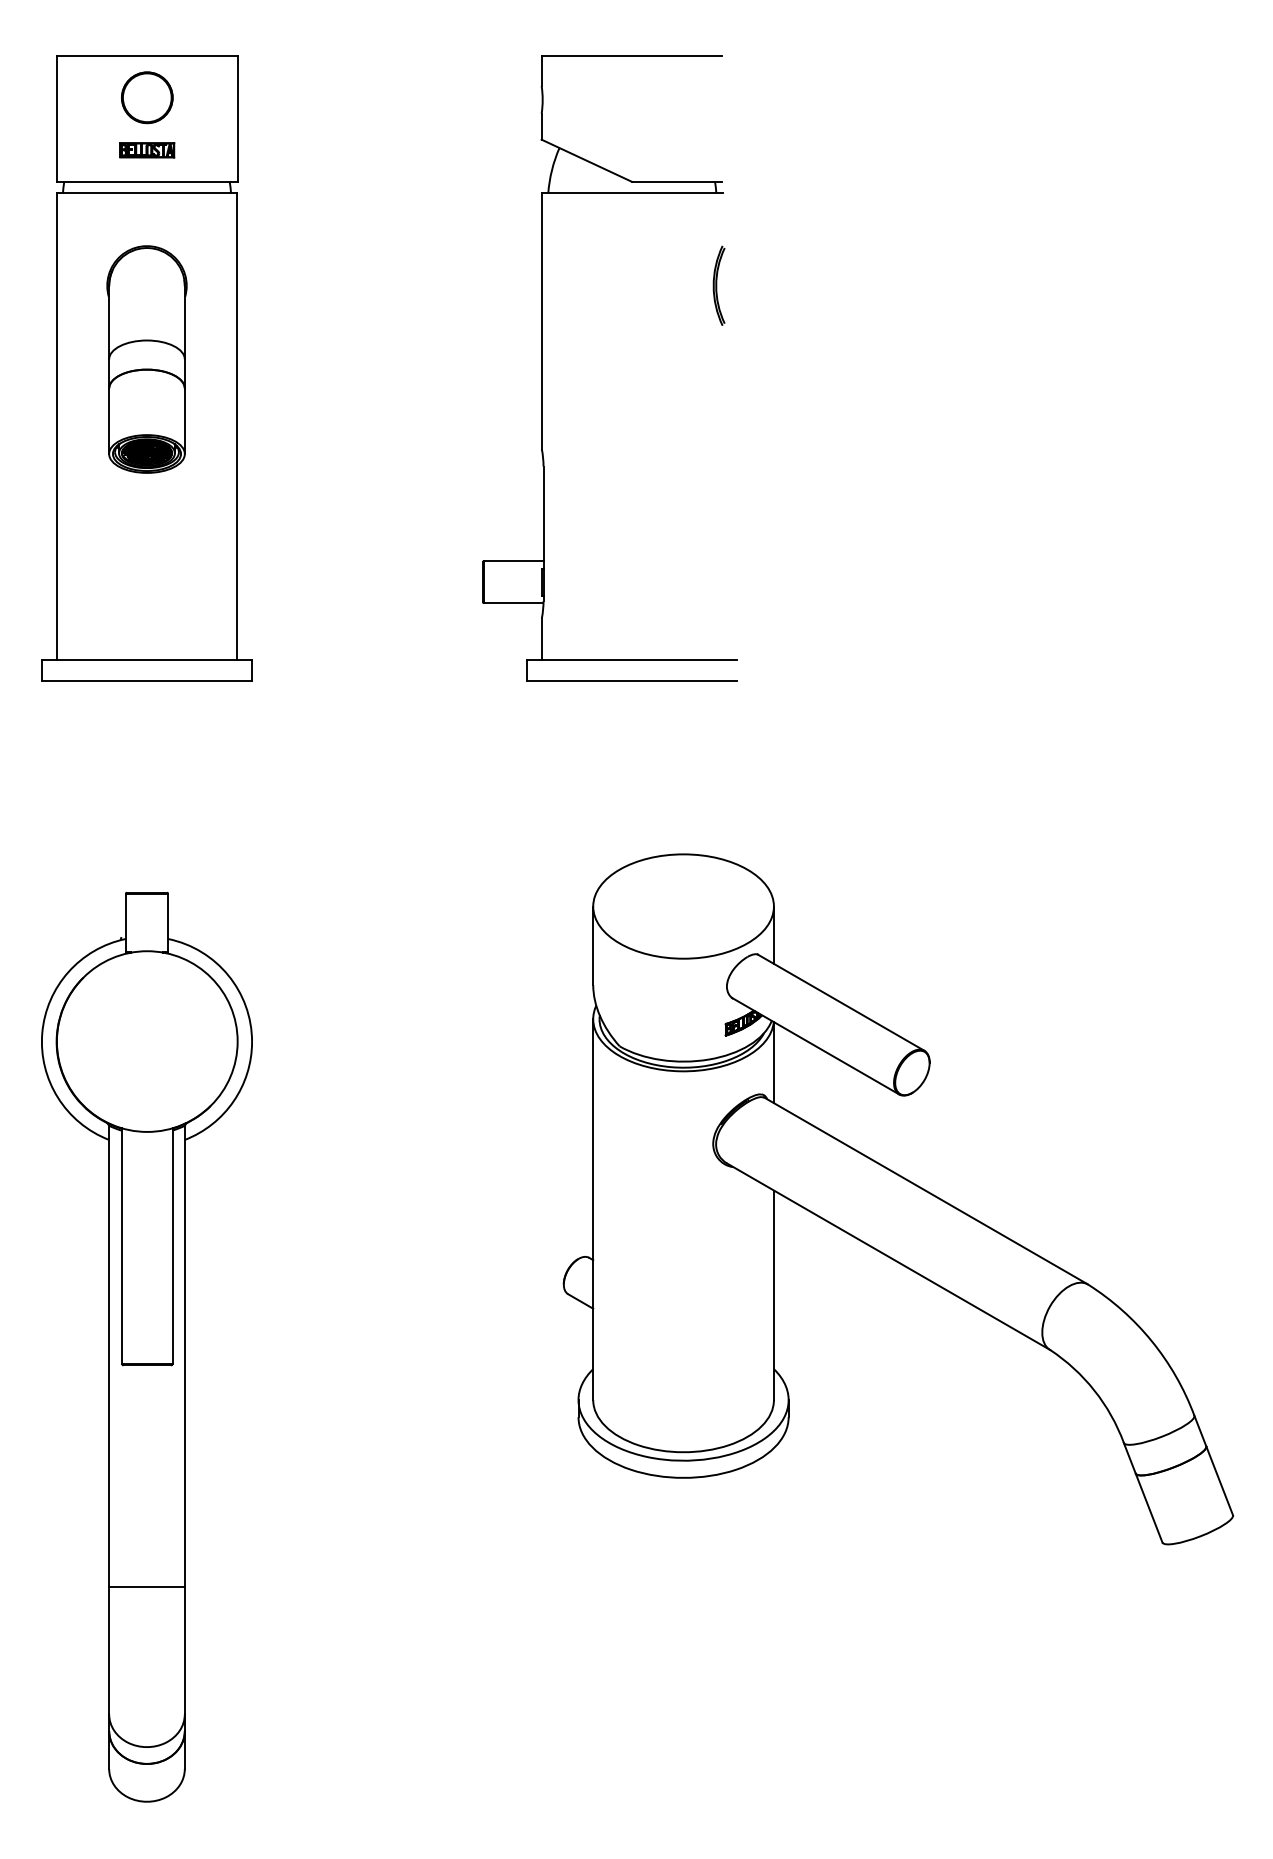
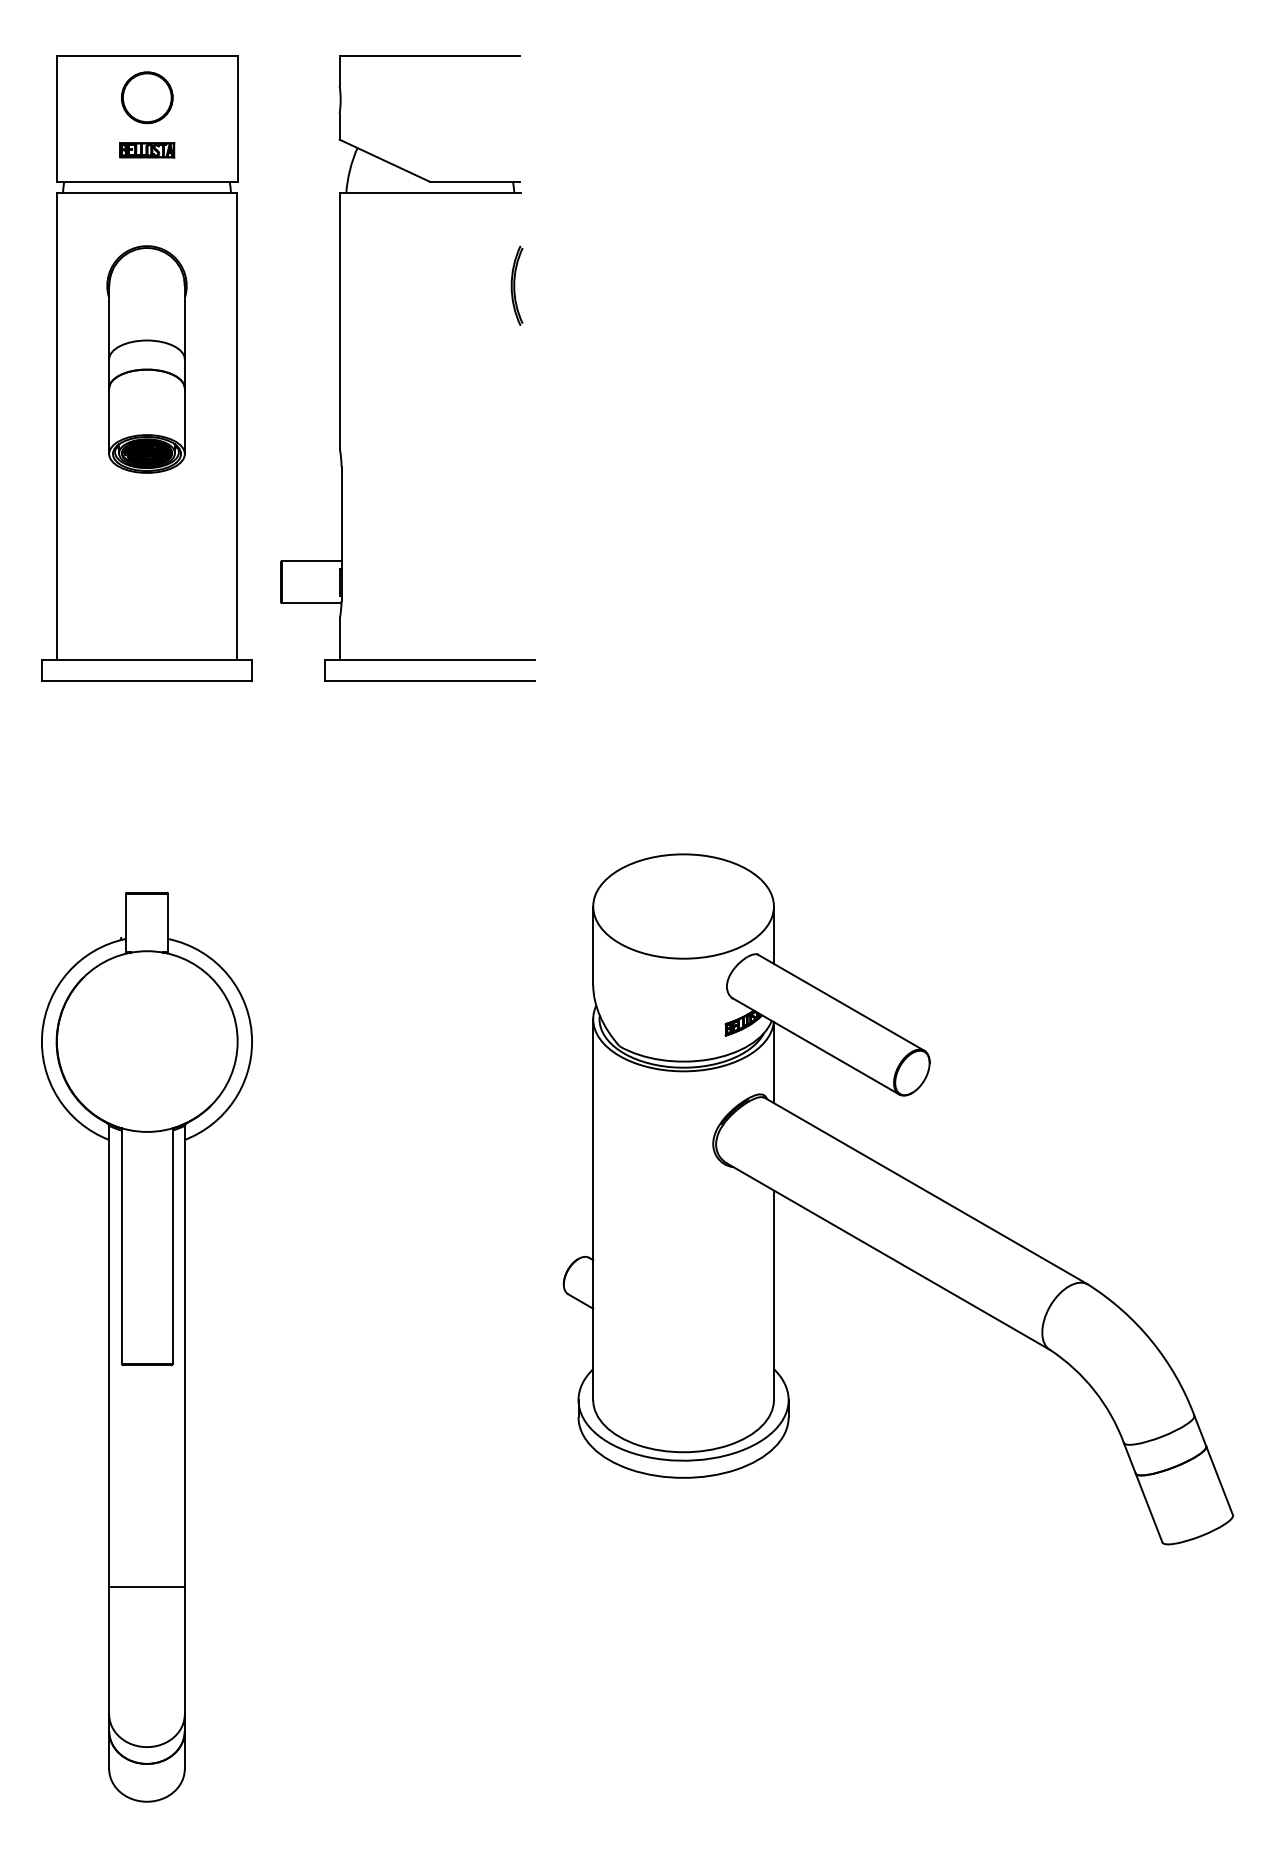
part at (542, 368) position: (542, 368) -> (340, 368)
